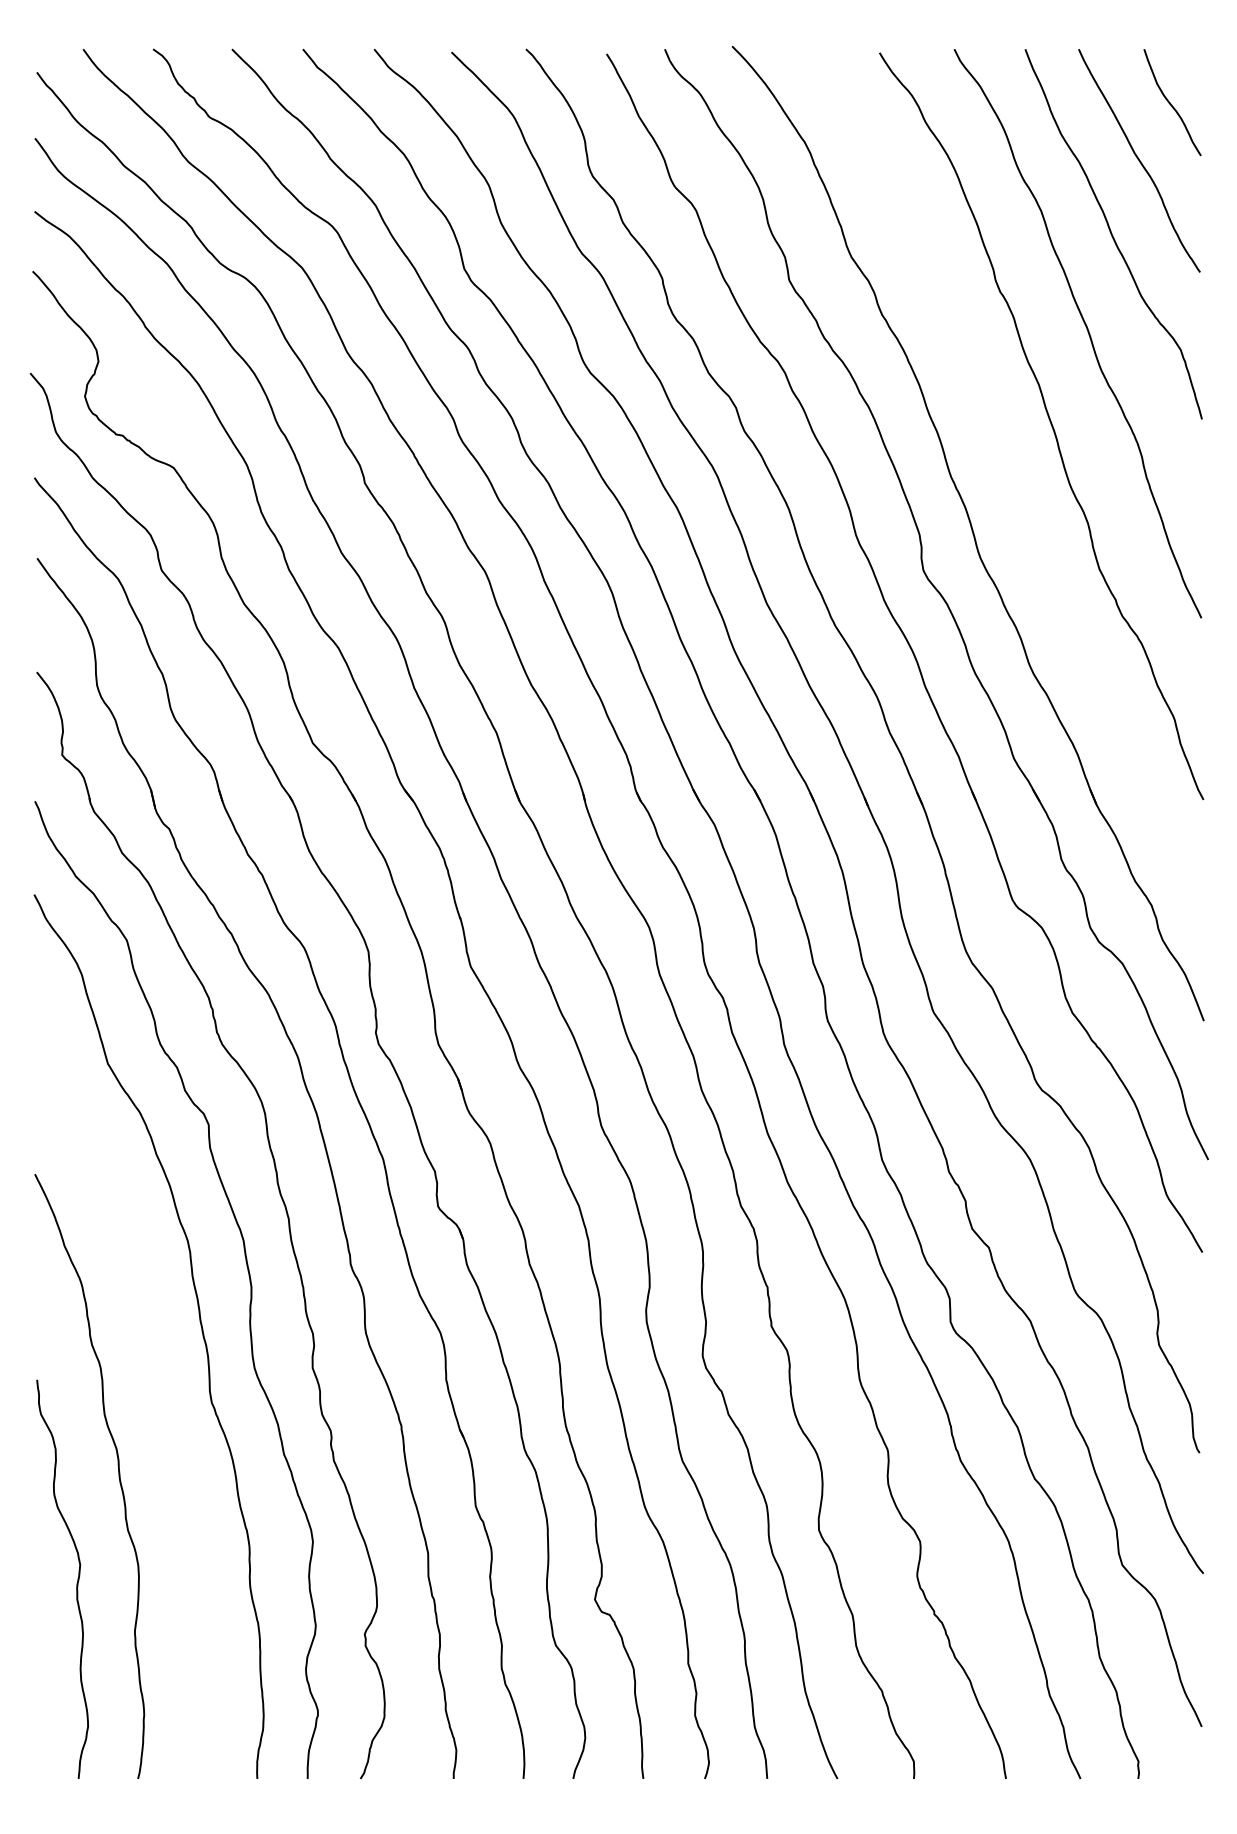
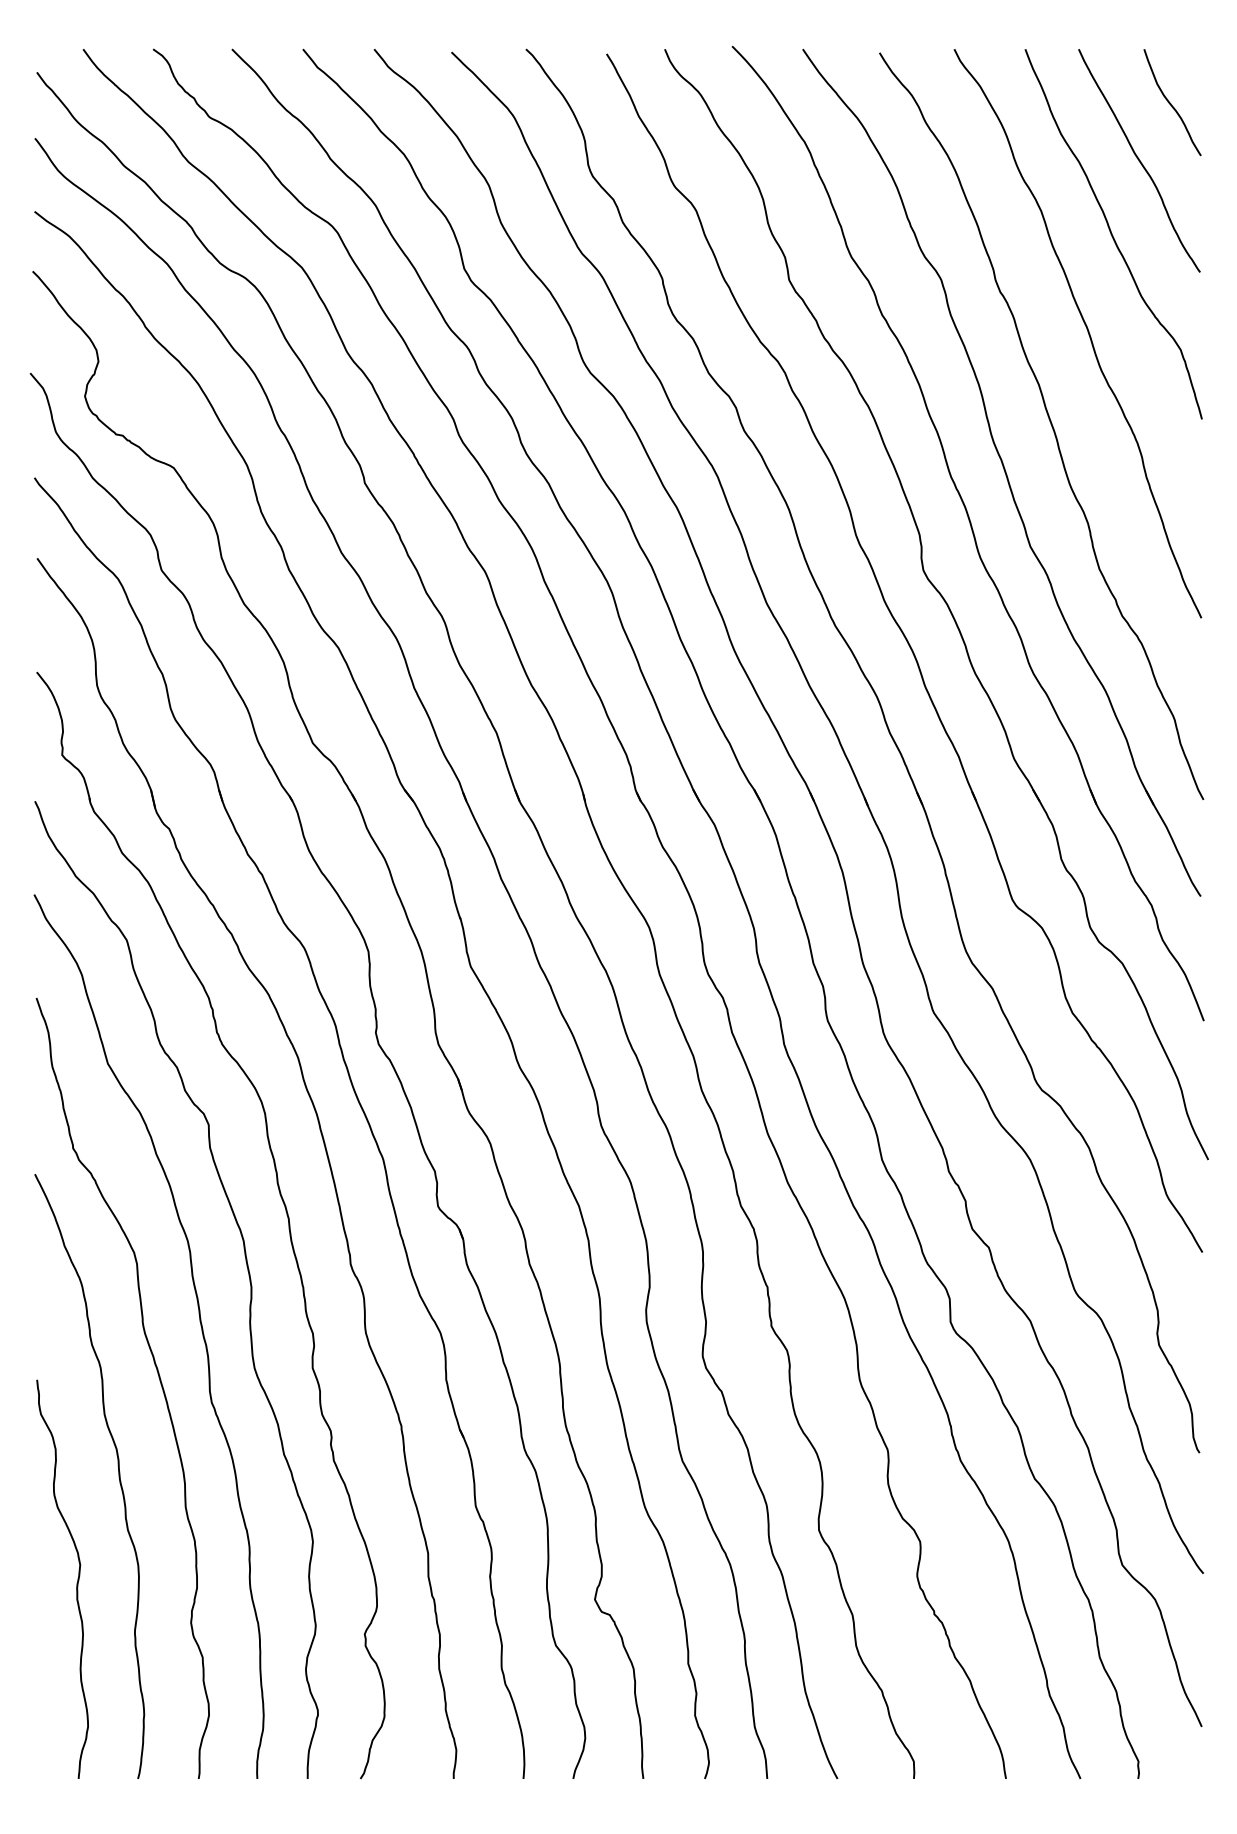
part at (1001, 472): none -> present
curve at (157, 1374): none -> present
